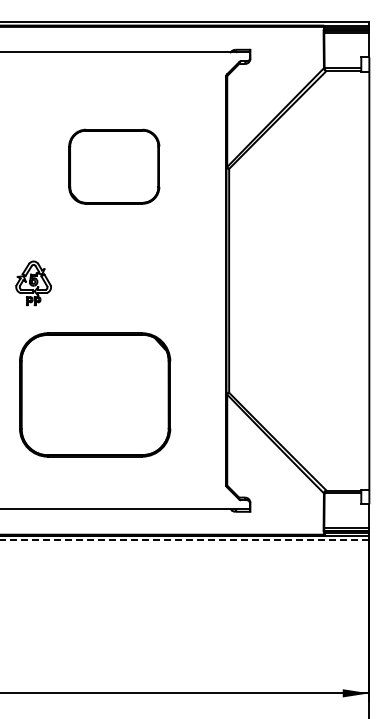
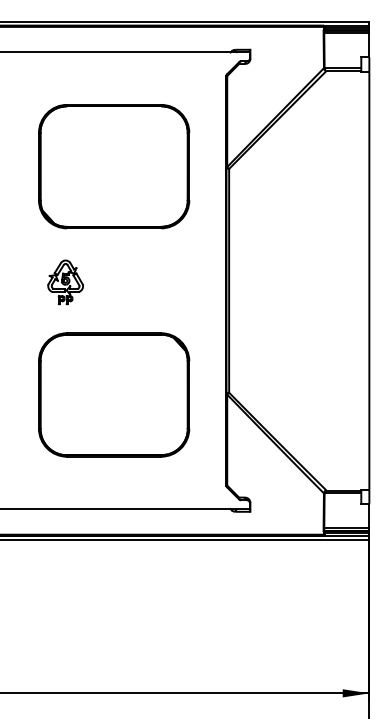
part at (114, 166) size: 93x77 px -> 153x126 px
part at (33, 283) position: (33, 283) -> (65, 282)
part at (95, 394) position: (95, 394) -> (114, 394)
line at (184, 540): dashed -> solid
